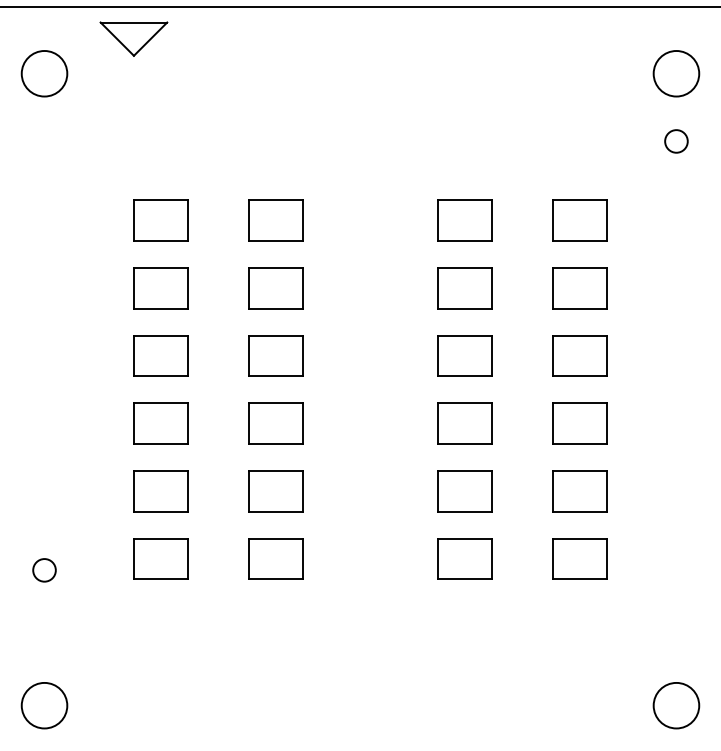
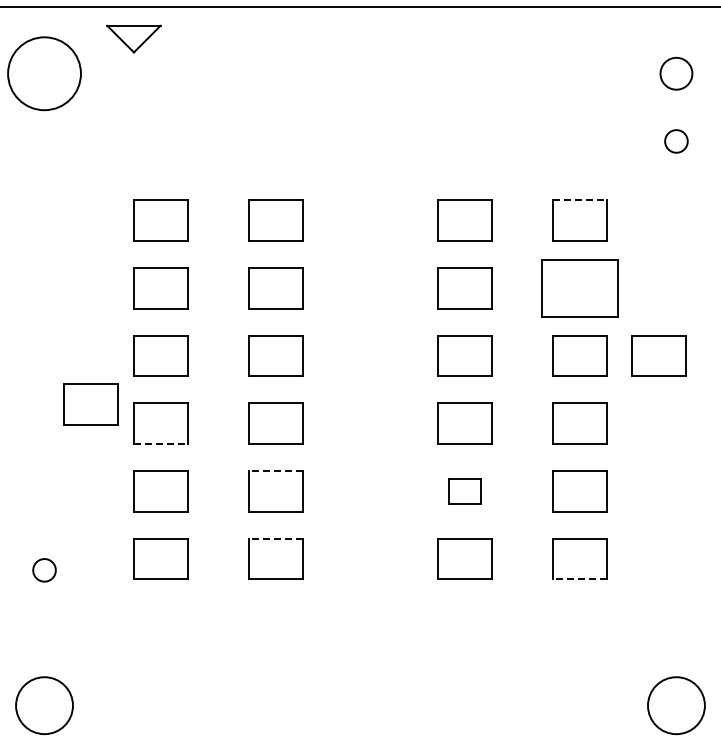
part at (133, 38) size: 70x36 px -> 56x30 px
circle at (44, 73) diameter: 46 px -> 73 px
circle at (676, 73) diameter: 46 px -> 32 px
line at (580, 200): solid -> dashed
part at (579, 288) size: 56x43 px -> 78x59 px
part at (658, 355): none -> present
part at (90, 404): none -> present
line at (161, 443): solid -> dashed
line at (275, 470): solid -> dashed
part at (464, 491) size: 56x43 px -> 34x27 px
line at (275, 538): solid -> dashed
line at (579, 579): solid -> dashed
circle at (44, 705) diameter: 46 px -> 57 px
circle at (676, 705) diameter: 46 px -> 57 px
